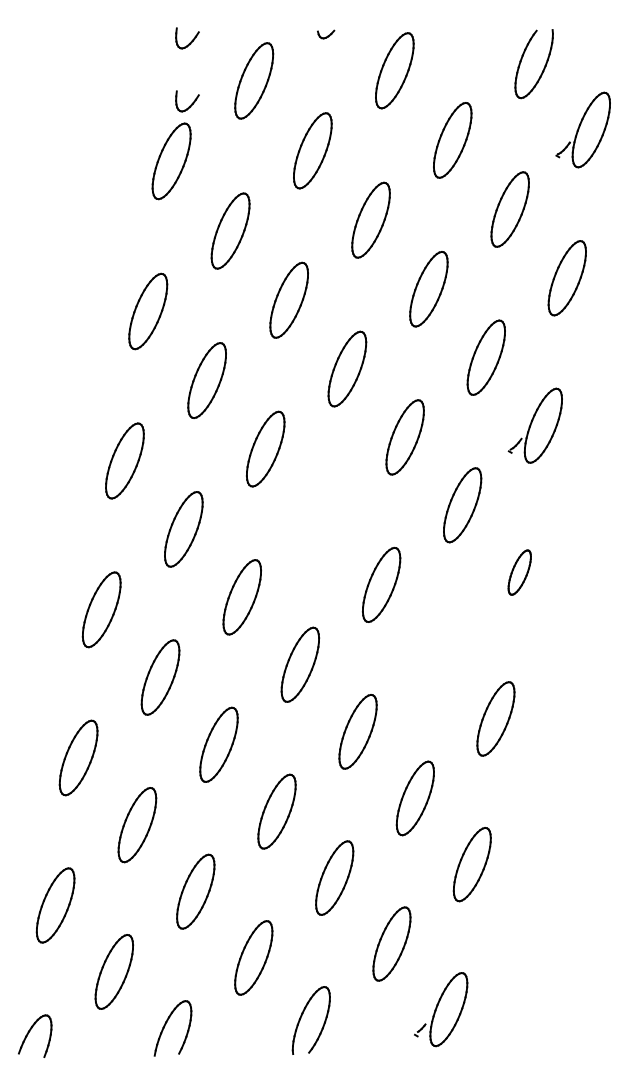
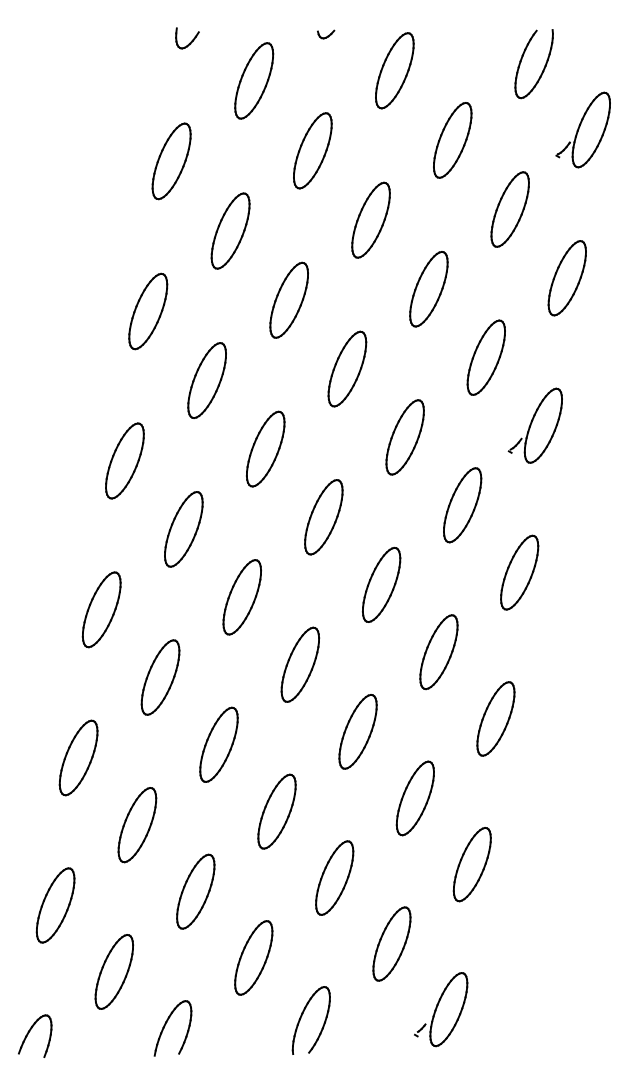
part at (187, 101): present -> none
part at (323, 517): none -> present
part at (519, 572) size: 25x47 px -> 40x77 px
part at (438, 652): none -> present
